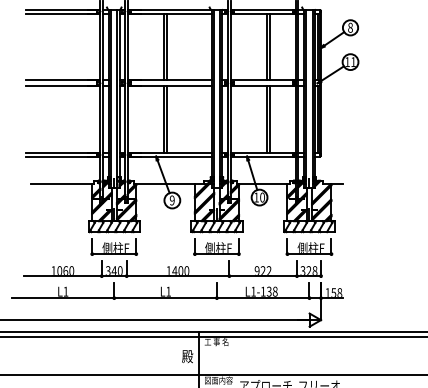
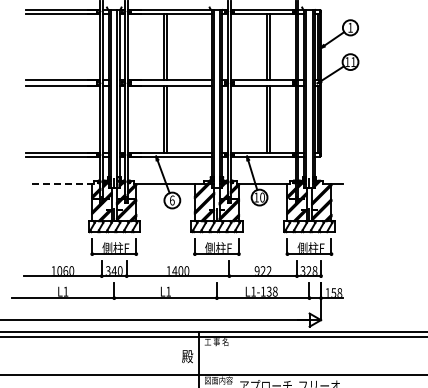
text at (350, 27): 8 -> 1
line at (62, 184): solid -> dashed
text at (171, 200): 9 -> 6
